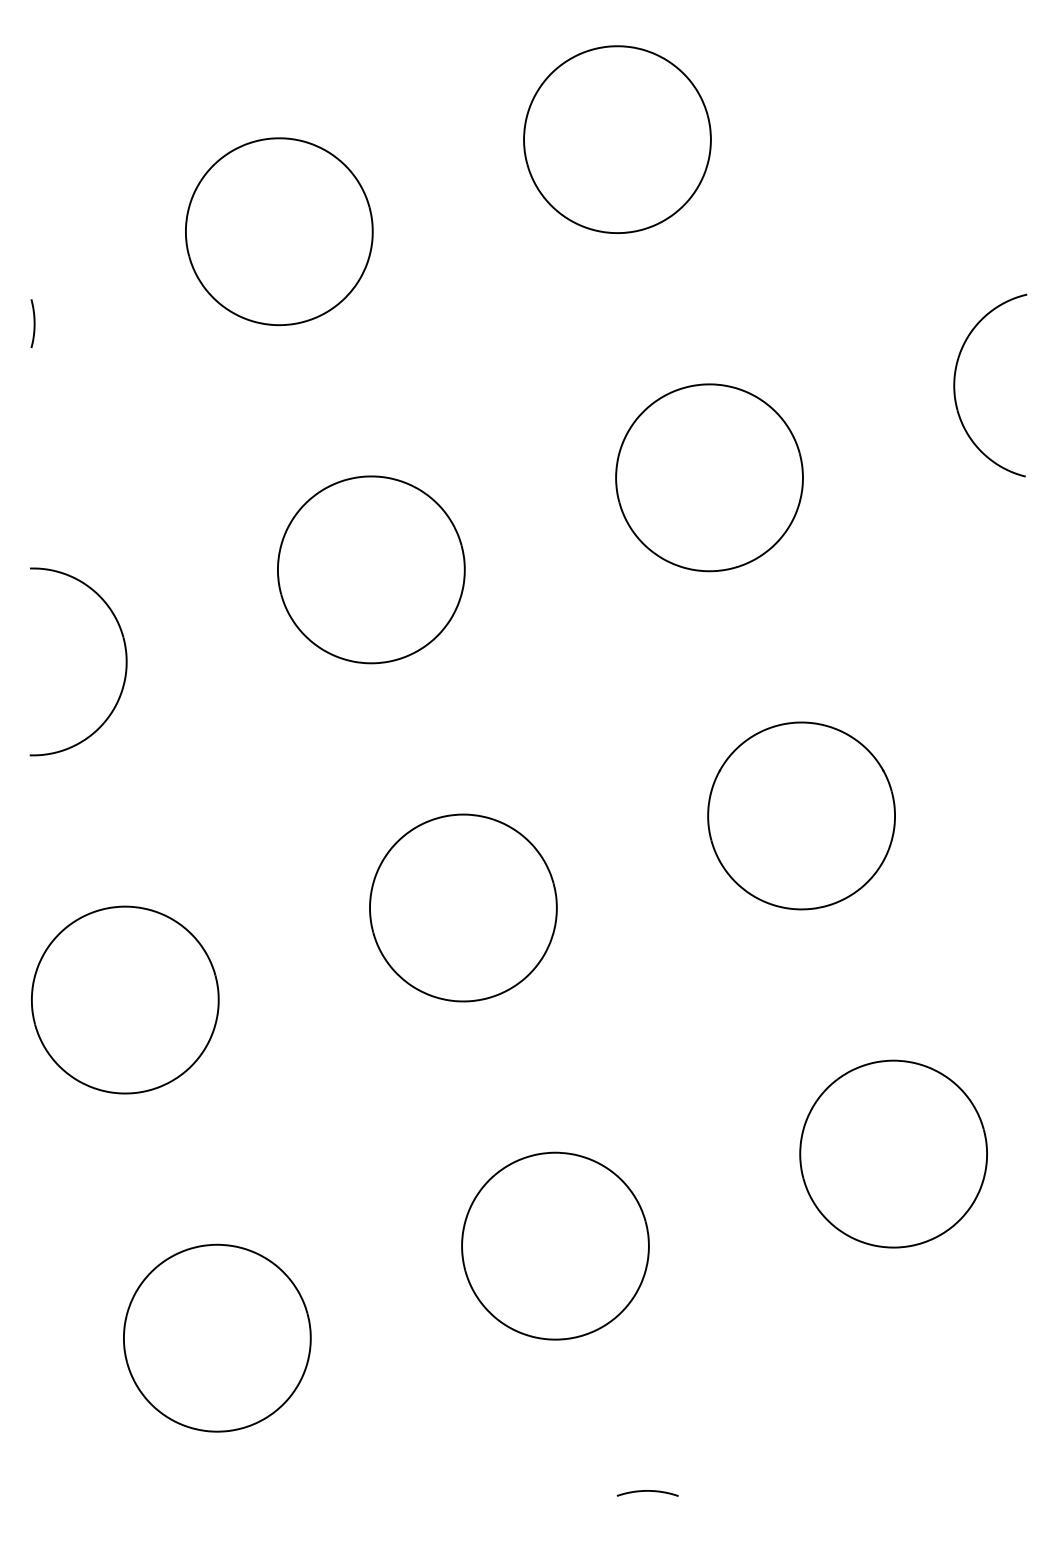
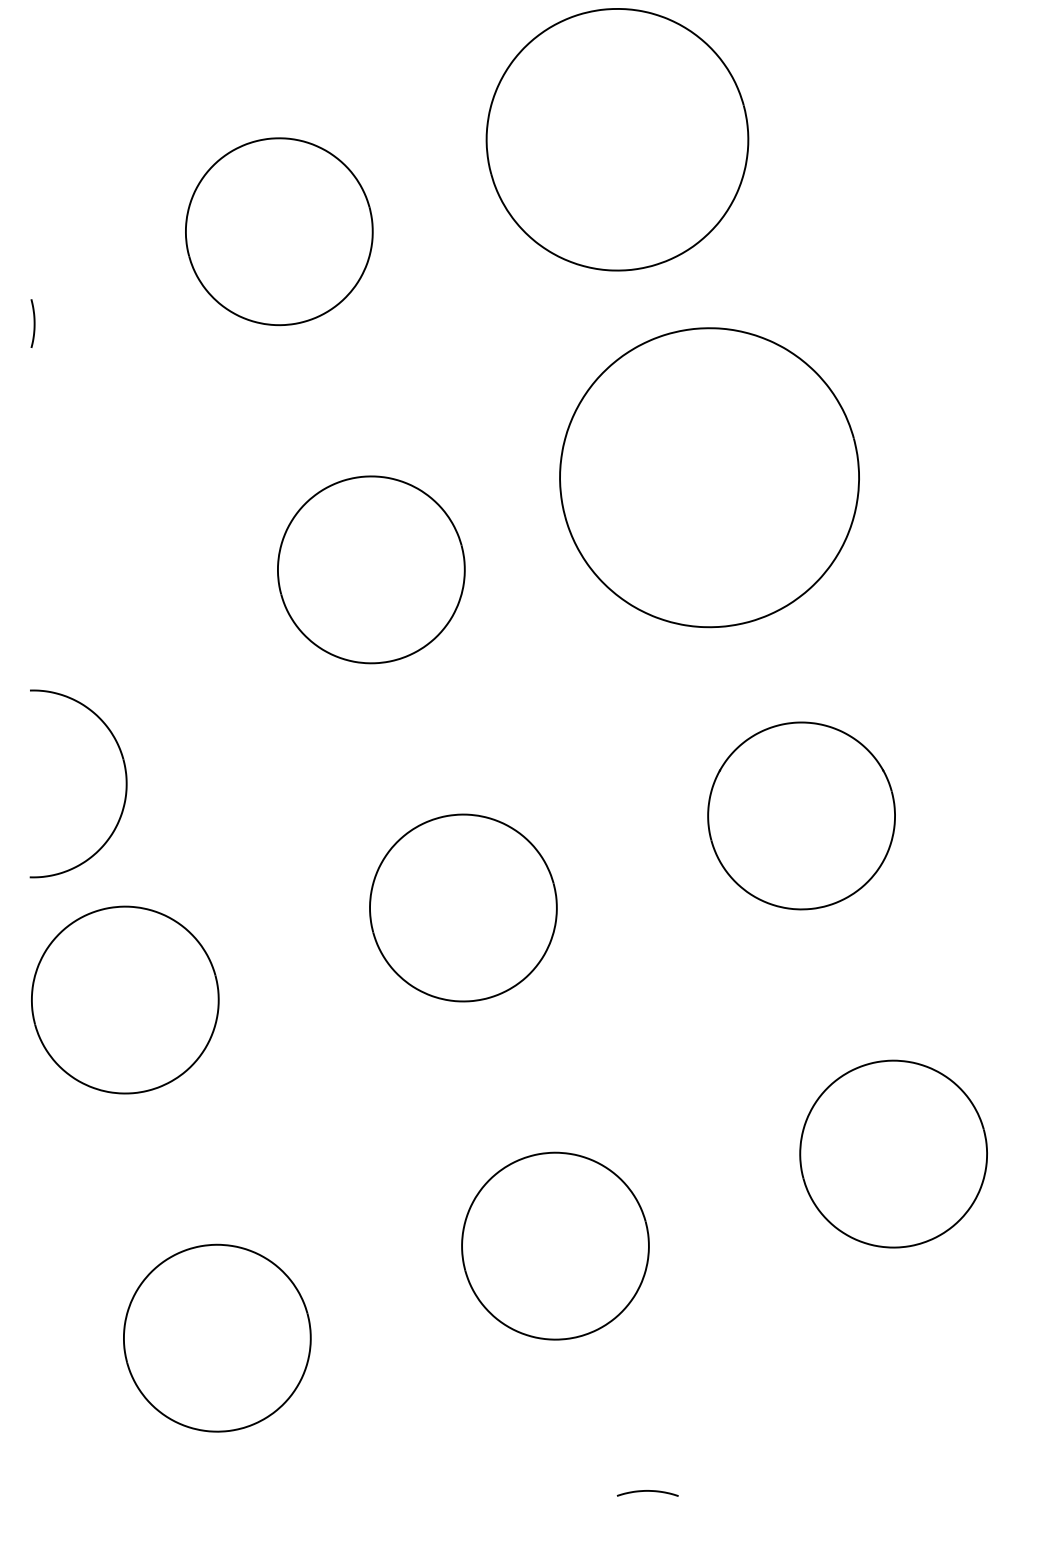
part at (617, 139) size: 189x189 px -> 265x264 px
part at (955, 385): present -> none
part at (709, 477) size: 189x190 px -> 301x302 px
part at (125, 661) position: (125, 661) -> (125, 783)
